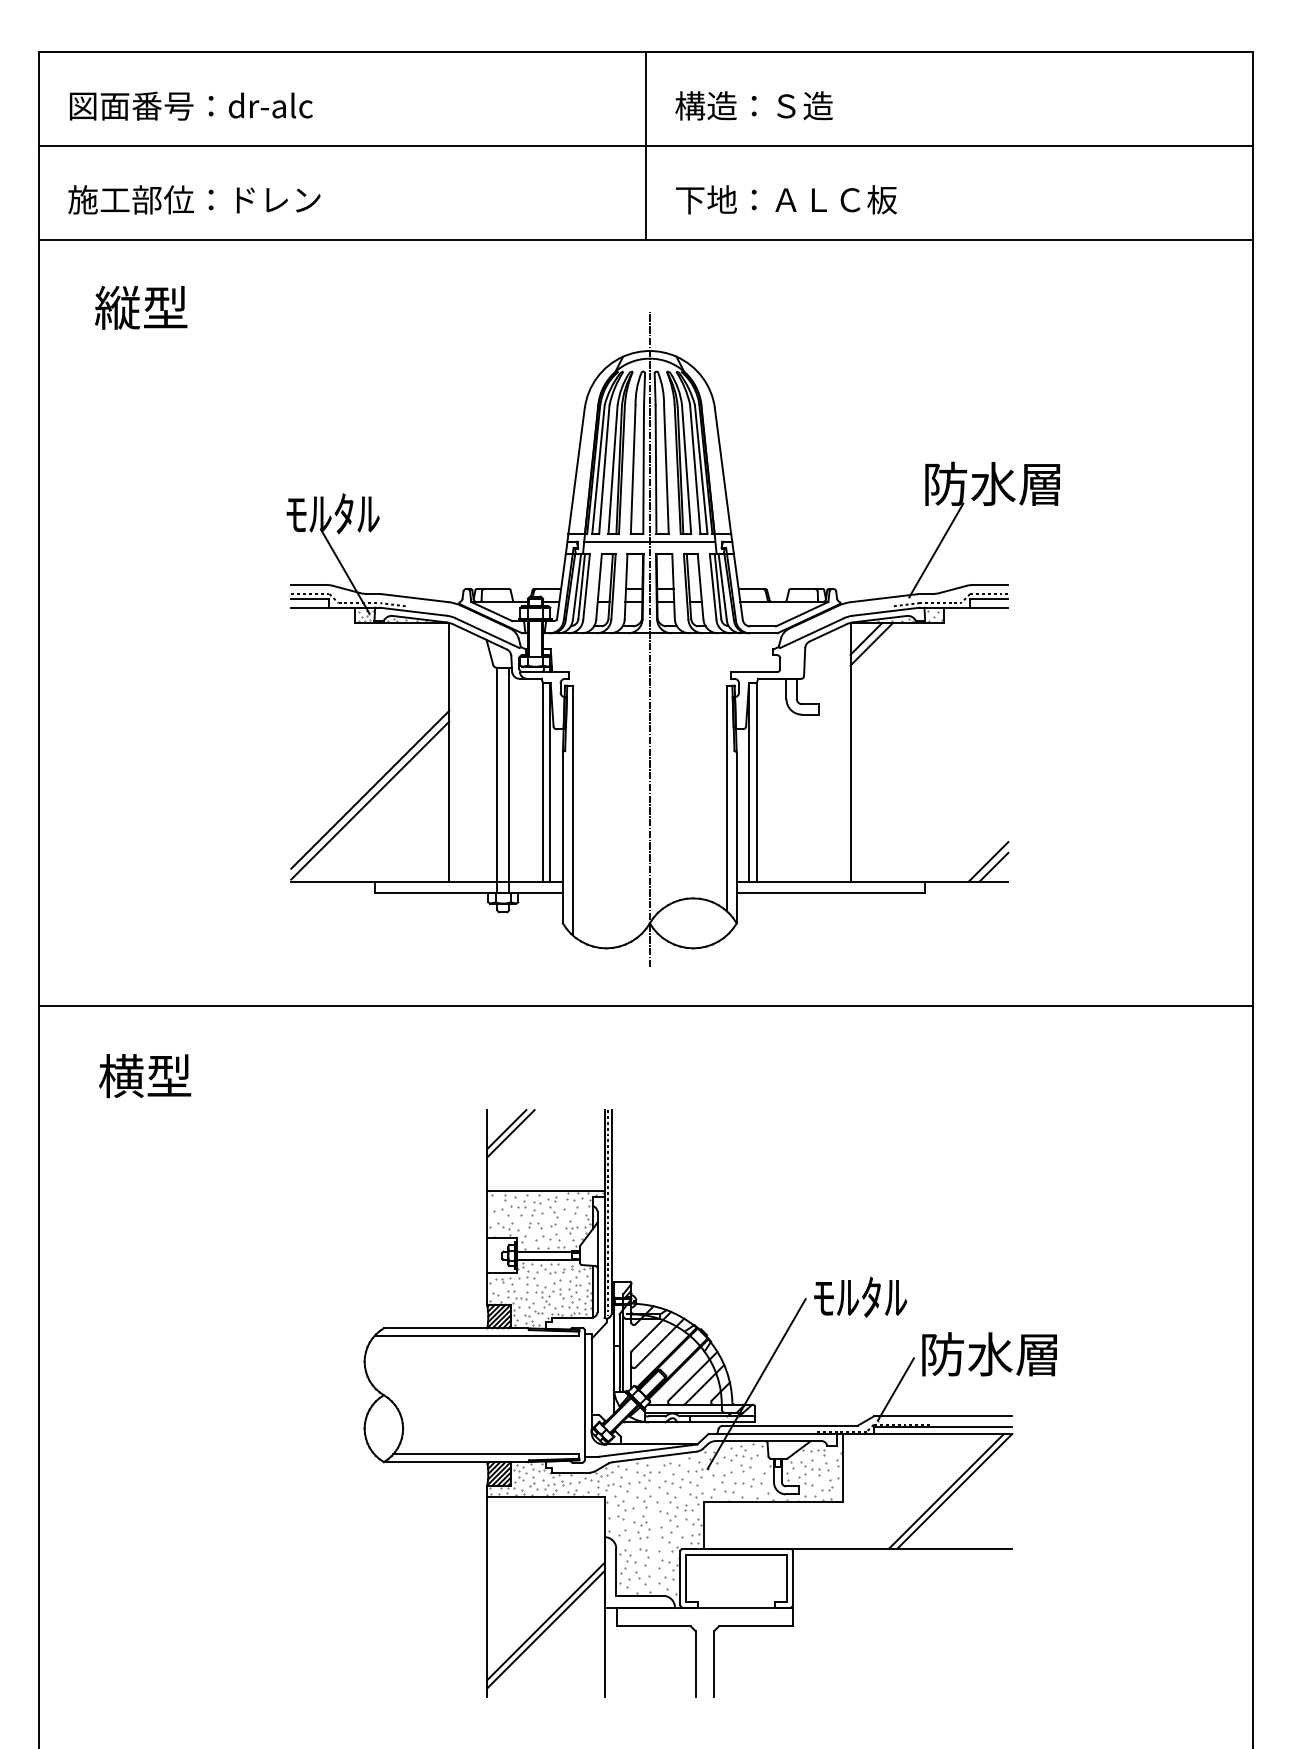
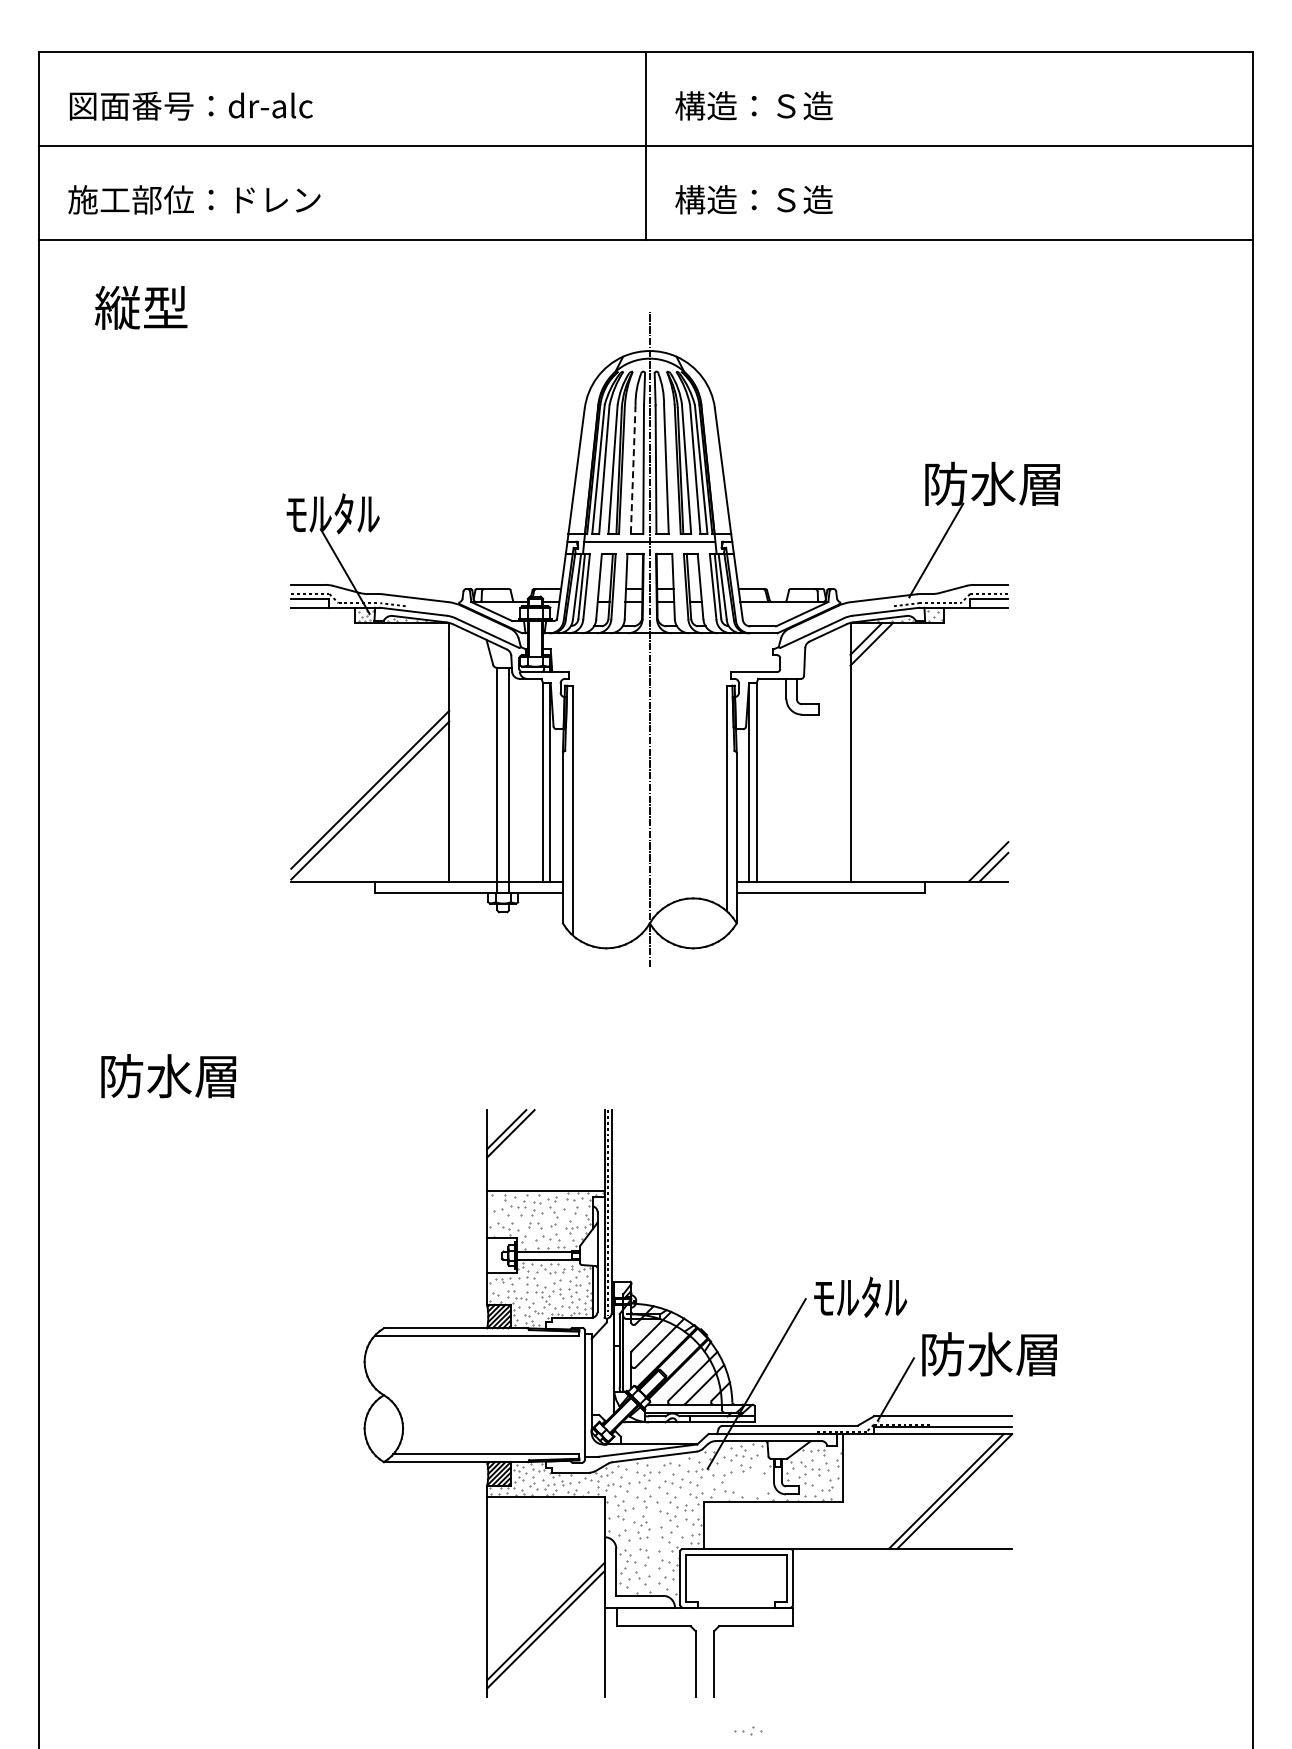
text at (786, 199): 下地：ＡＬＣ板 -> 構造：Ｓ造
line at (633, 470): solid -> dashed
line at (645, 1006): present -> none
text at (167, 1076): 横型 -> 防水層
part at (748, 1482) position: (748, 1482) -> (748, 1730)
